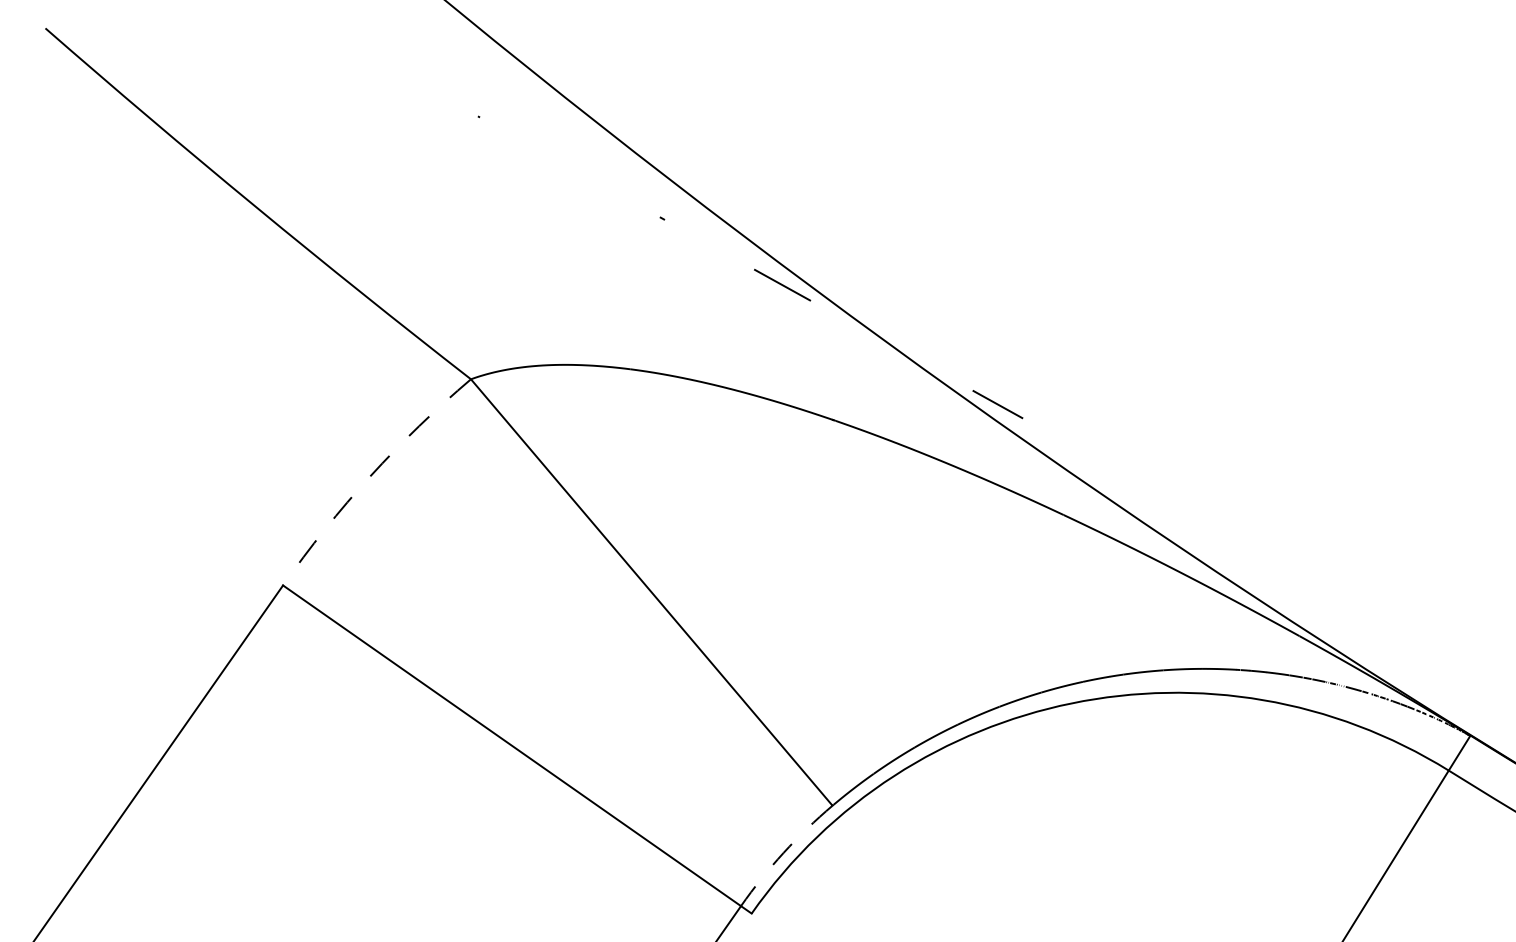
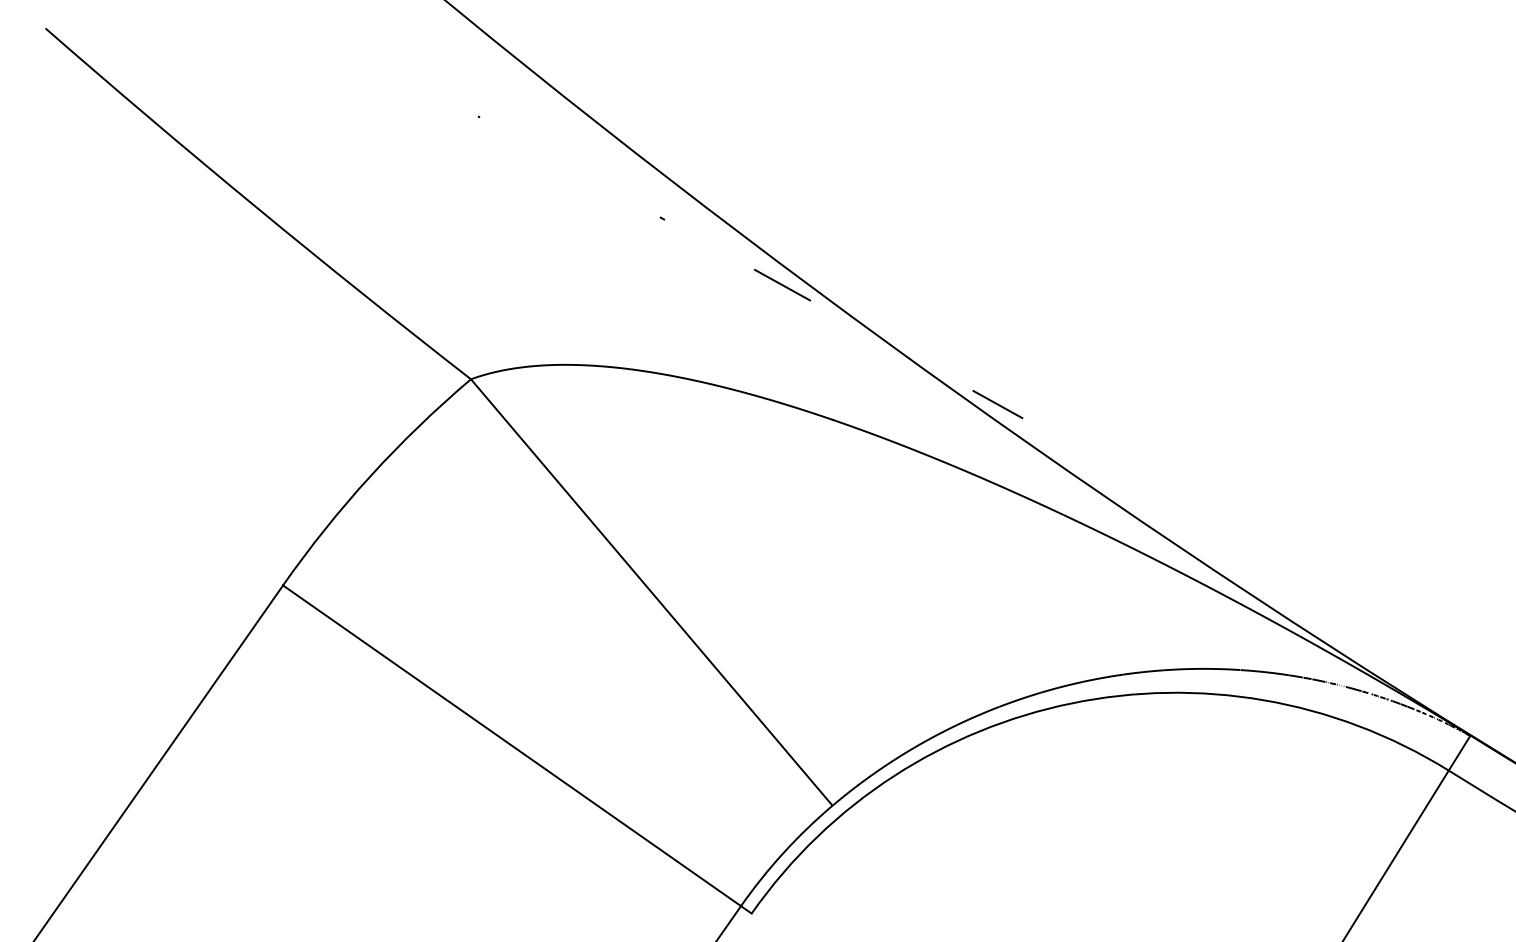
arc at (370, 476): dashed -> solid
arc at (783, 852): dashed -> solid
